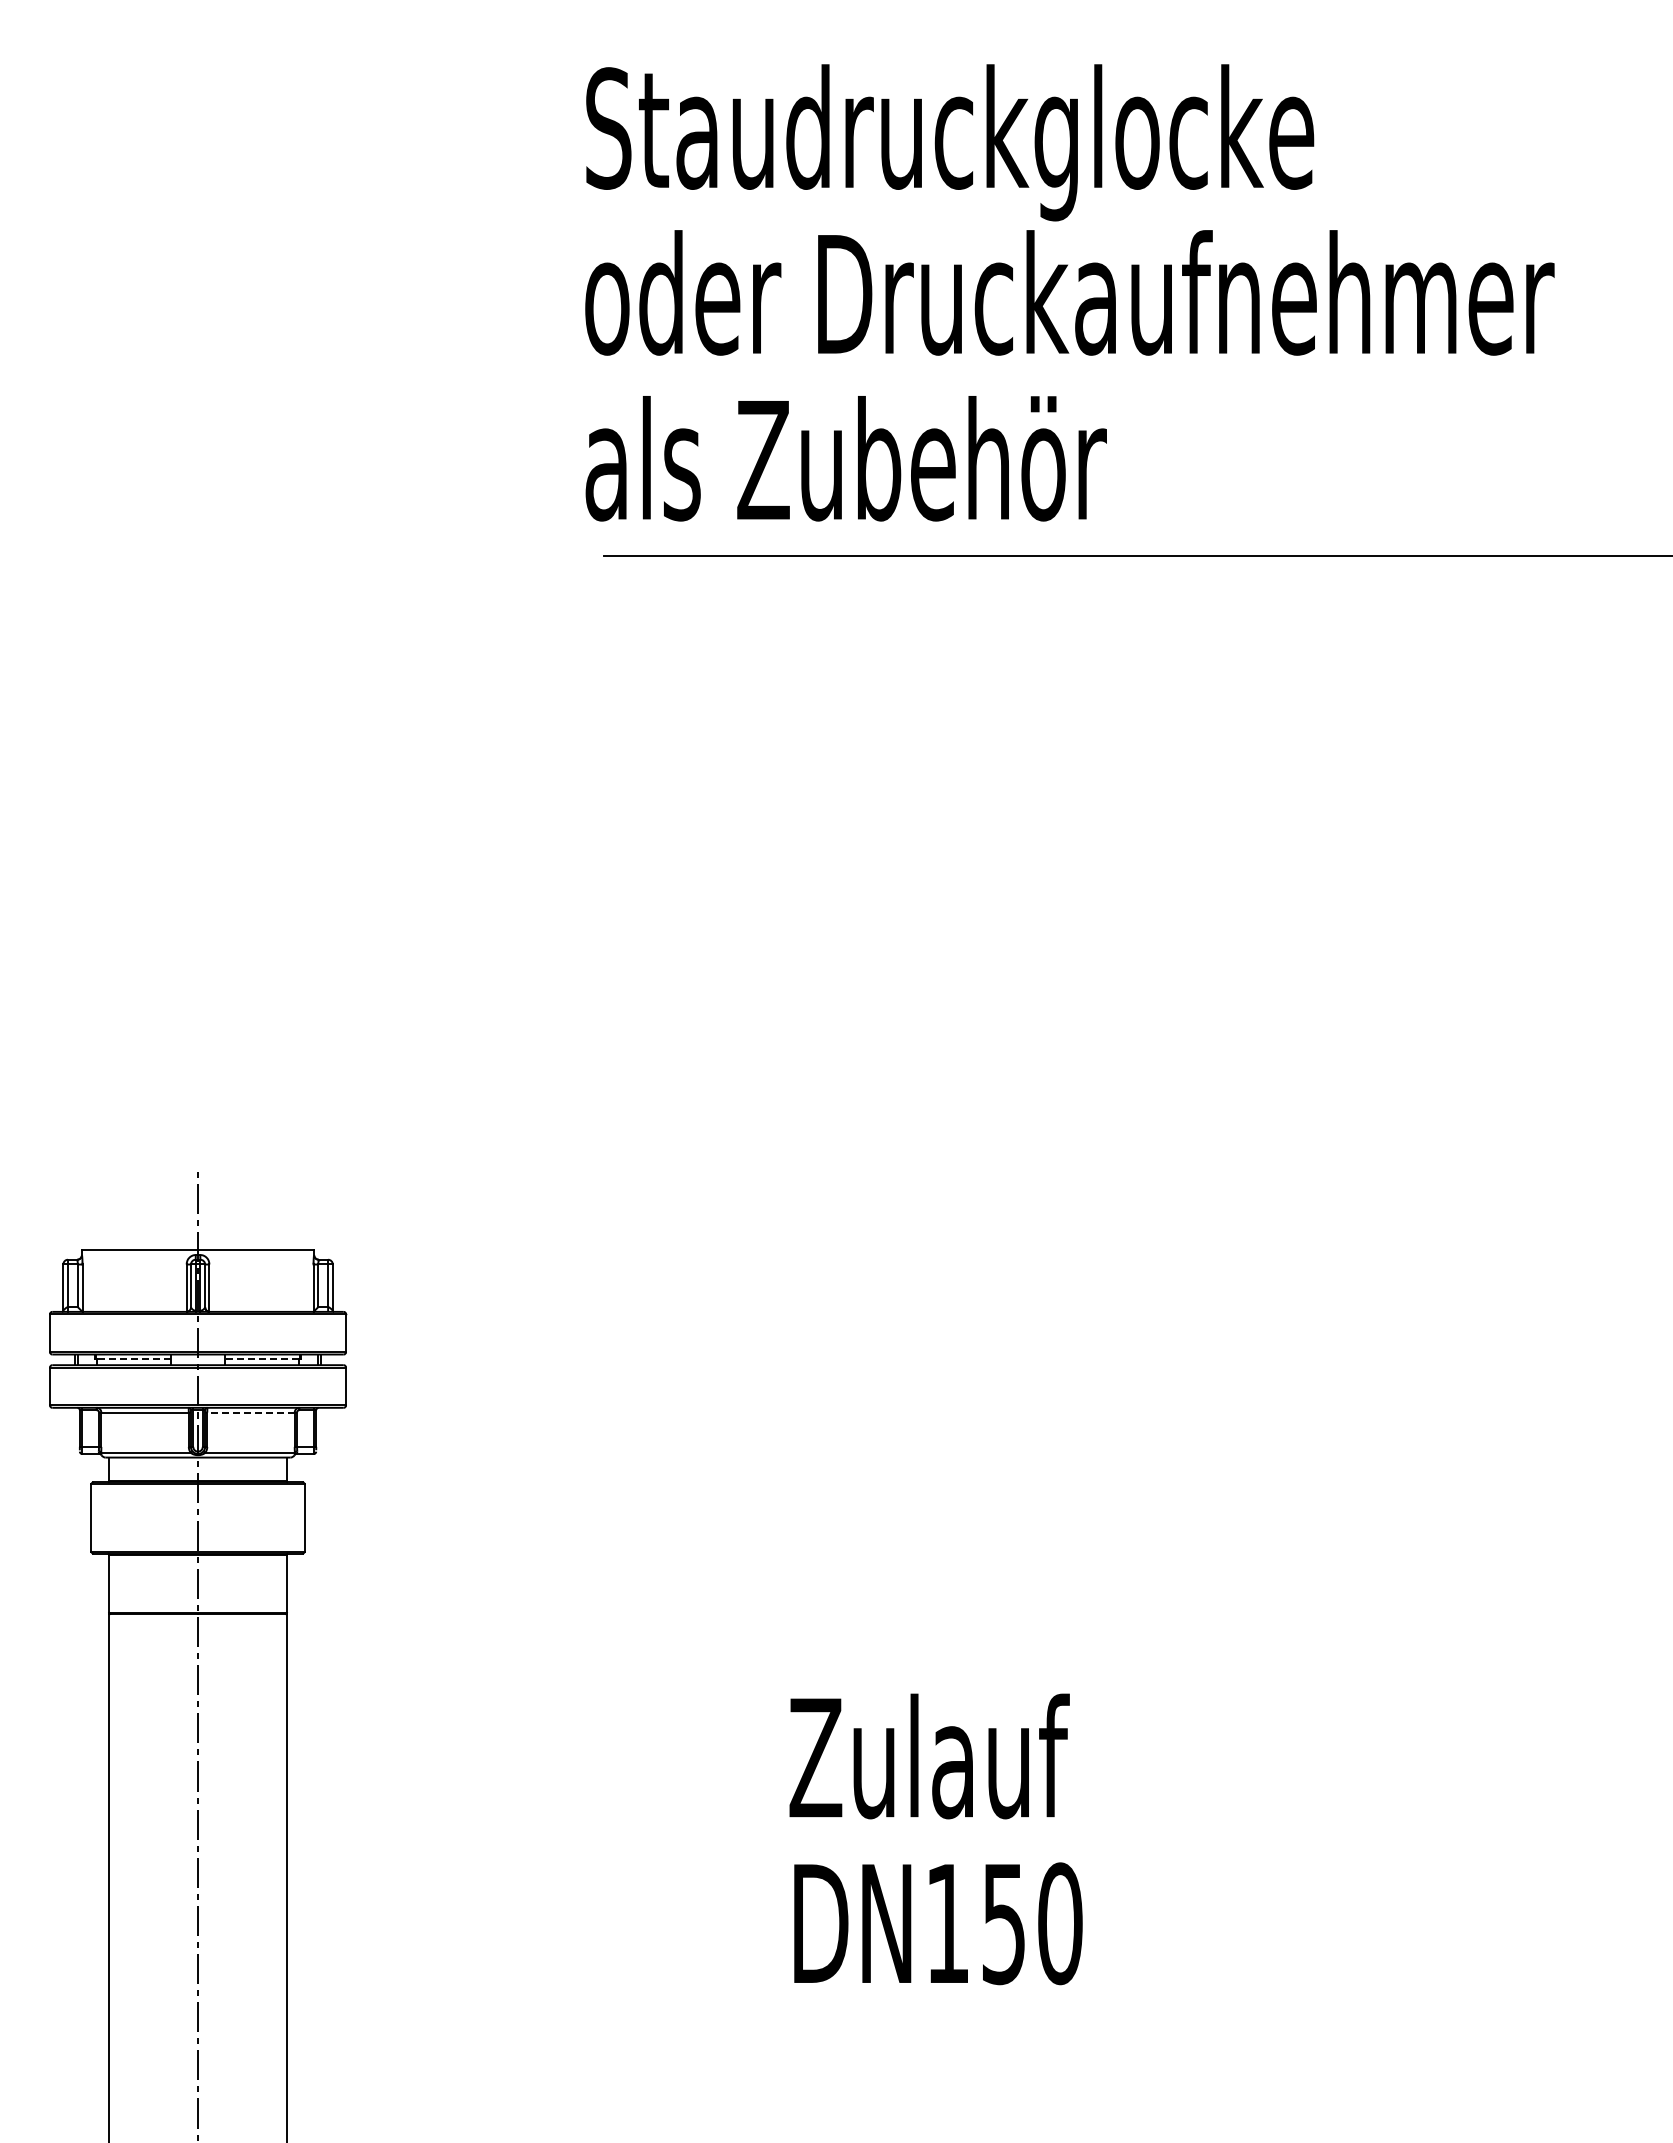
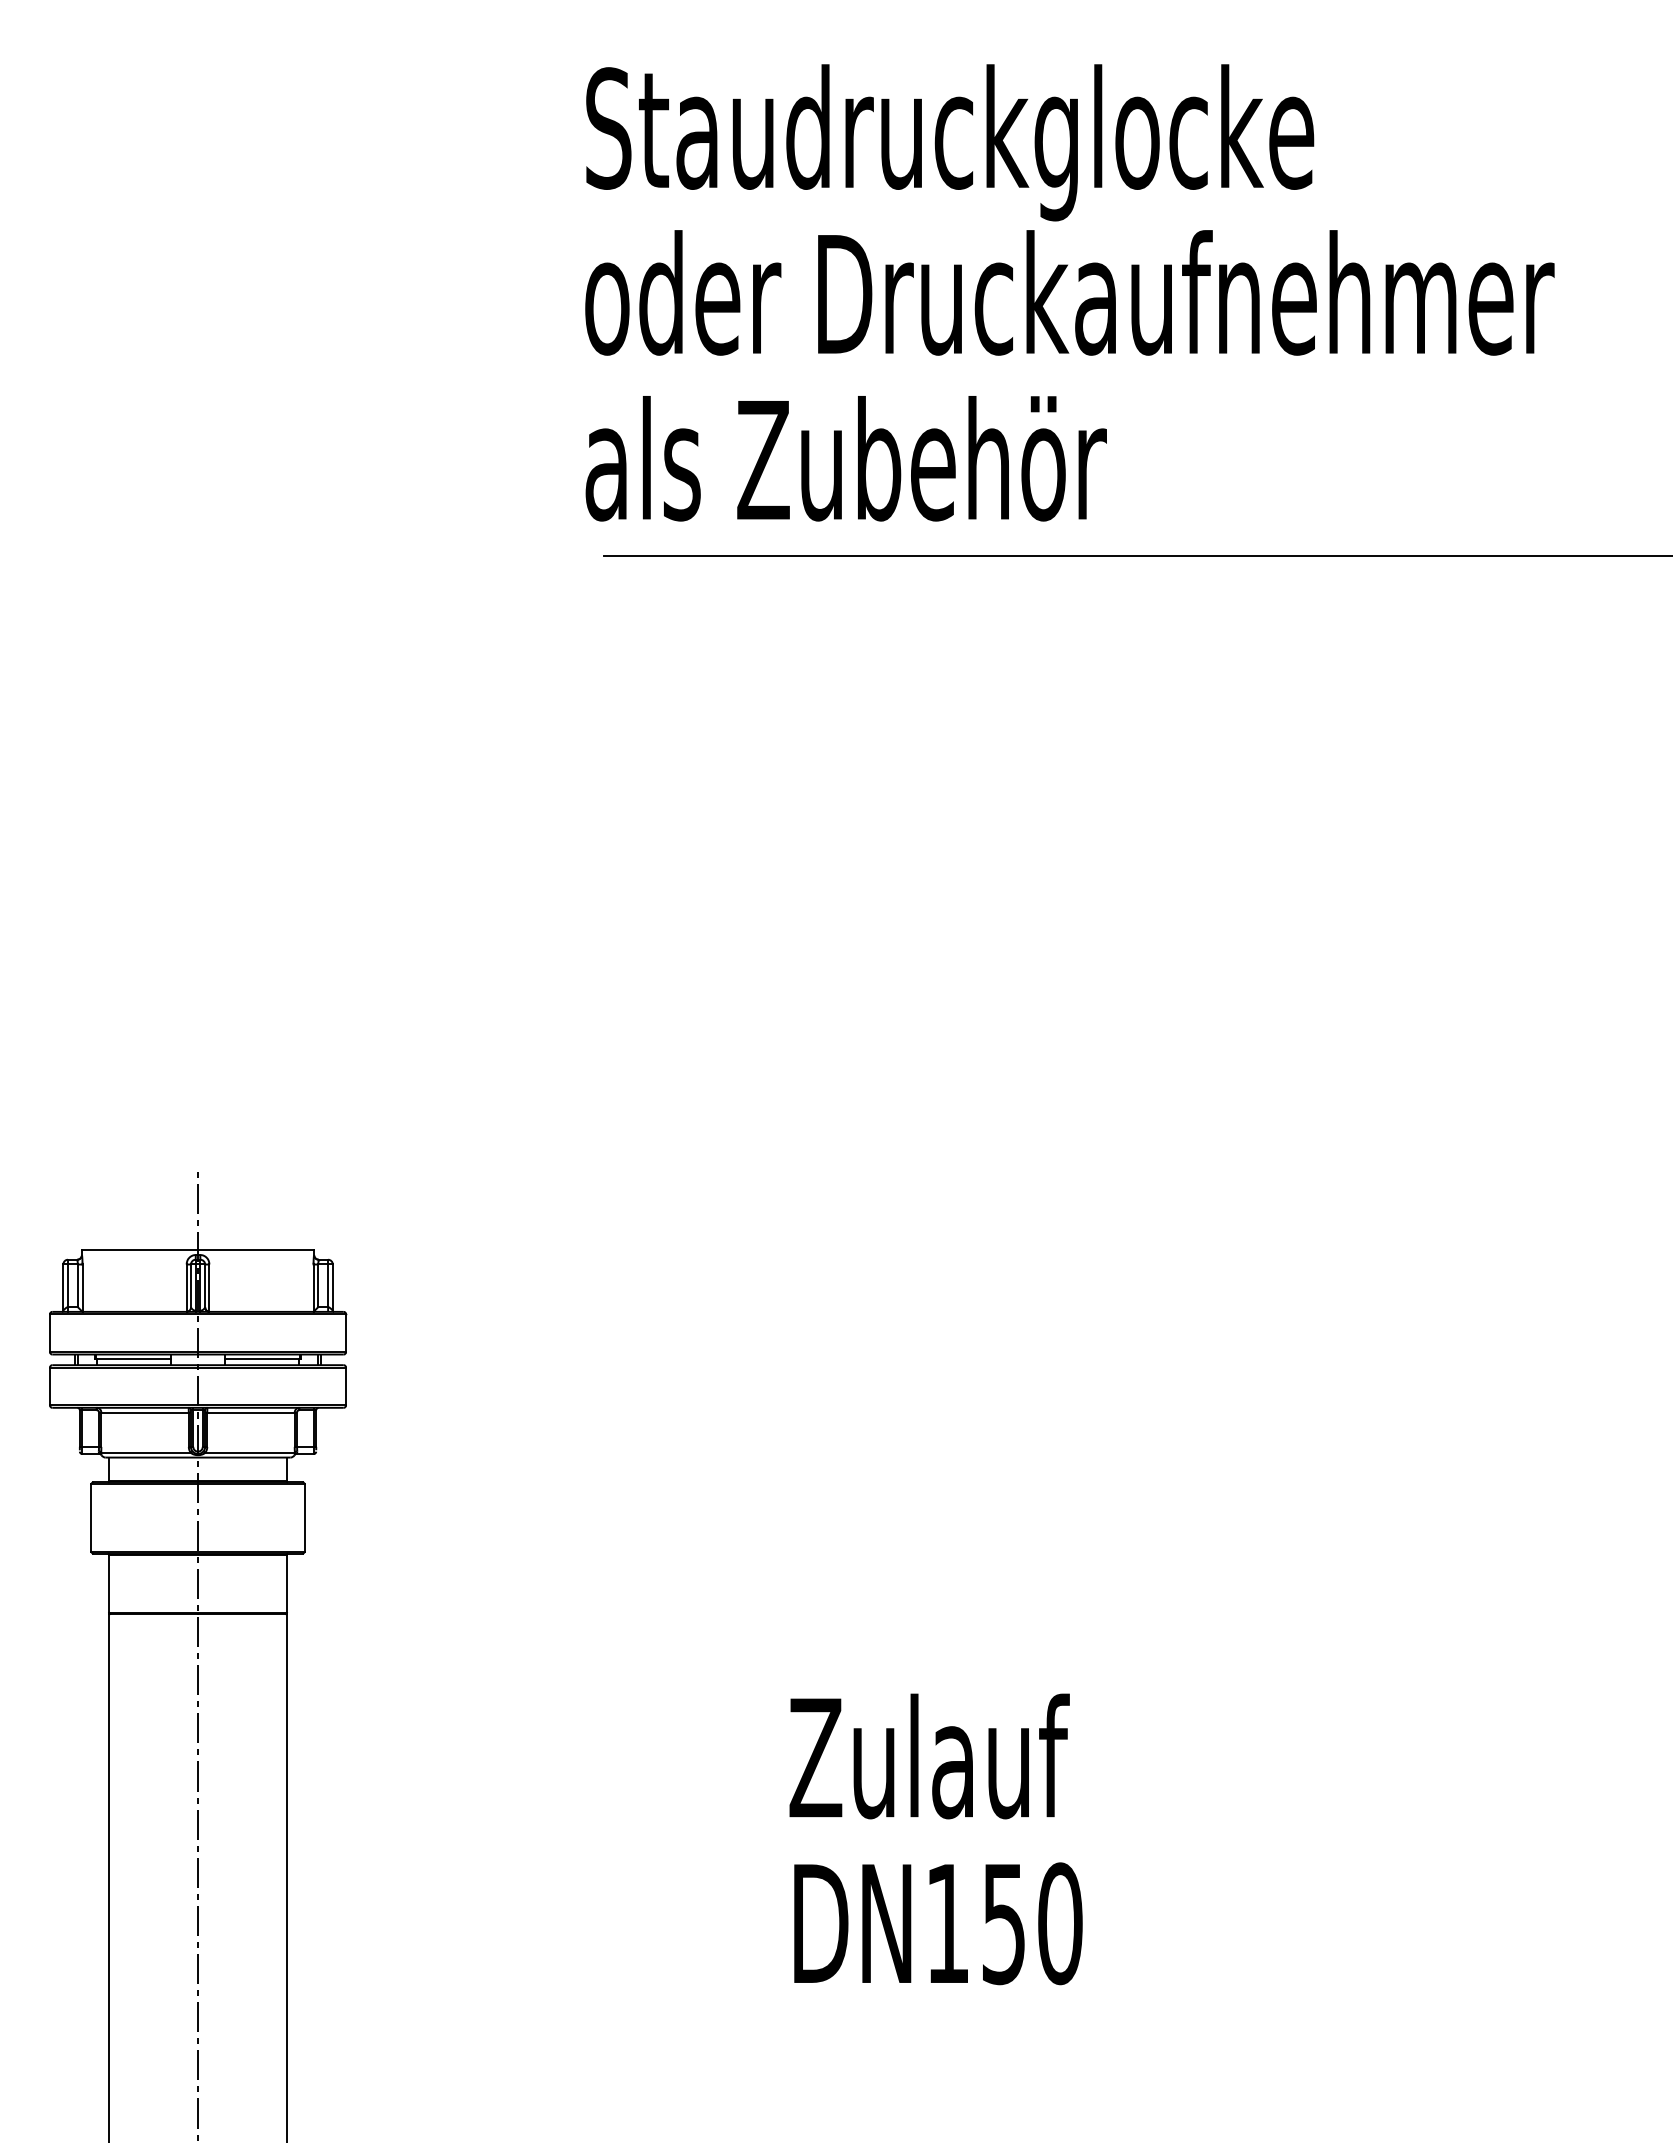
line at (134, 1359): dashed -> solid
line at (261, 1359): dashed -> solid
line at (251, 1412): dashed -> solid
